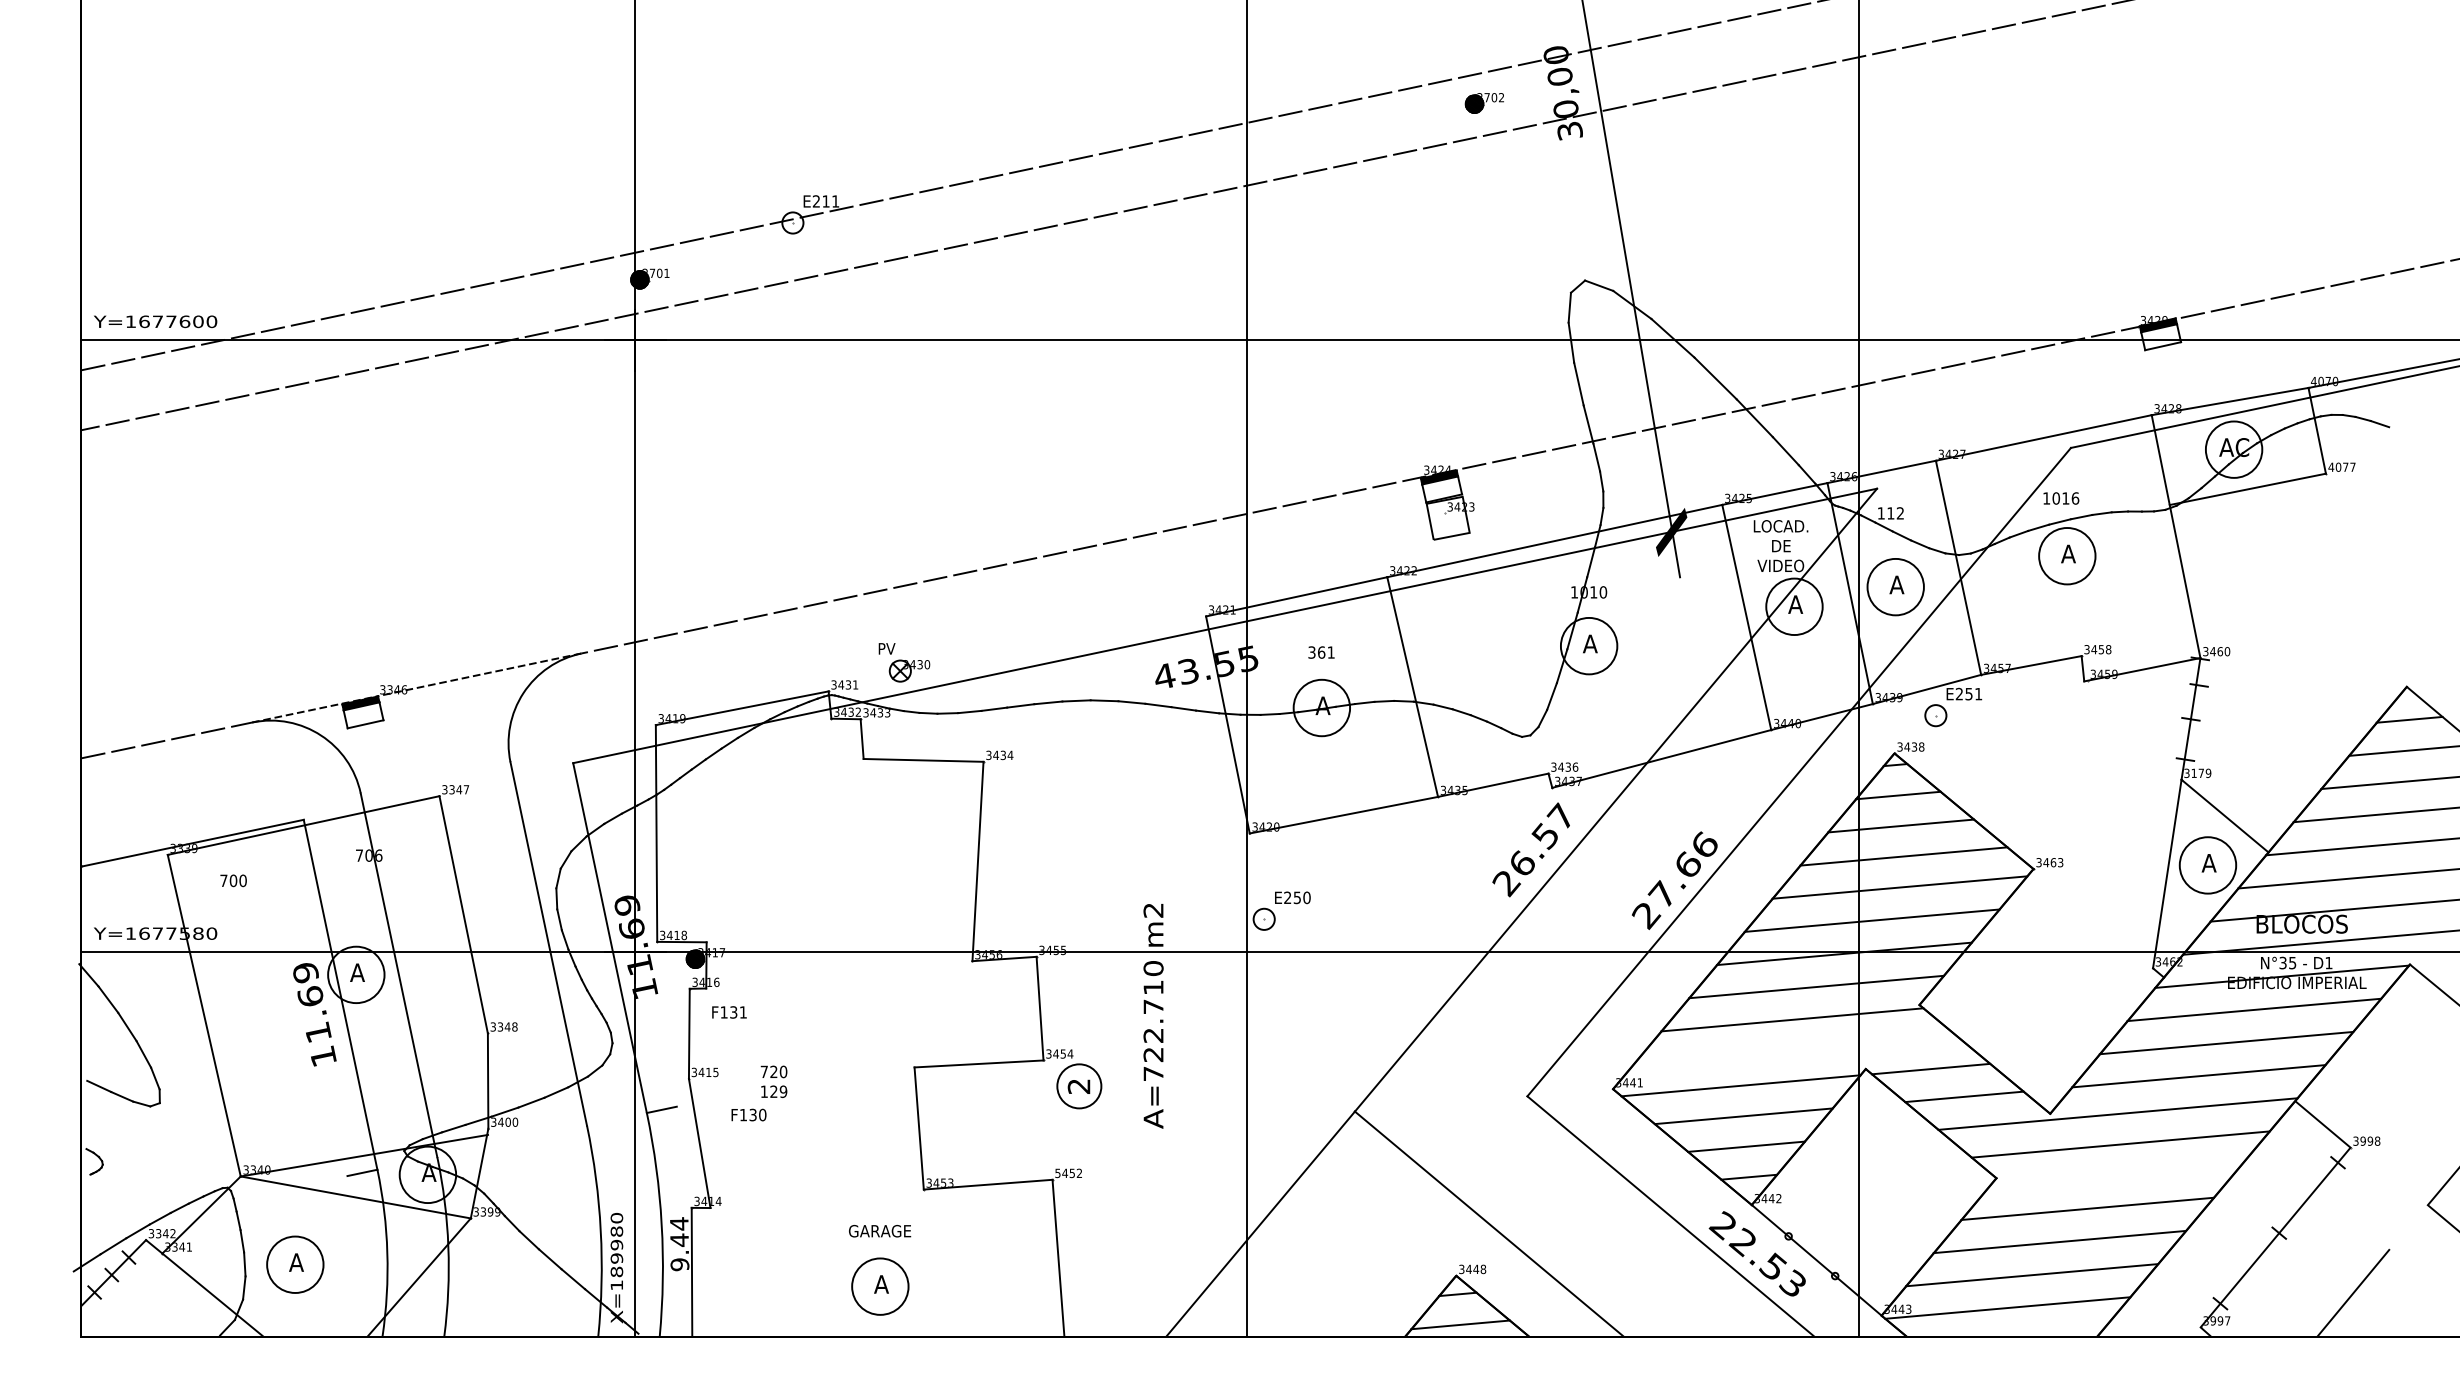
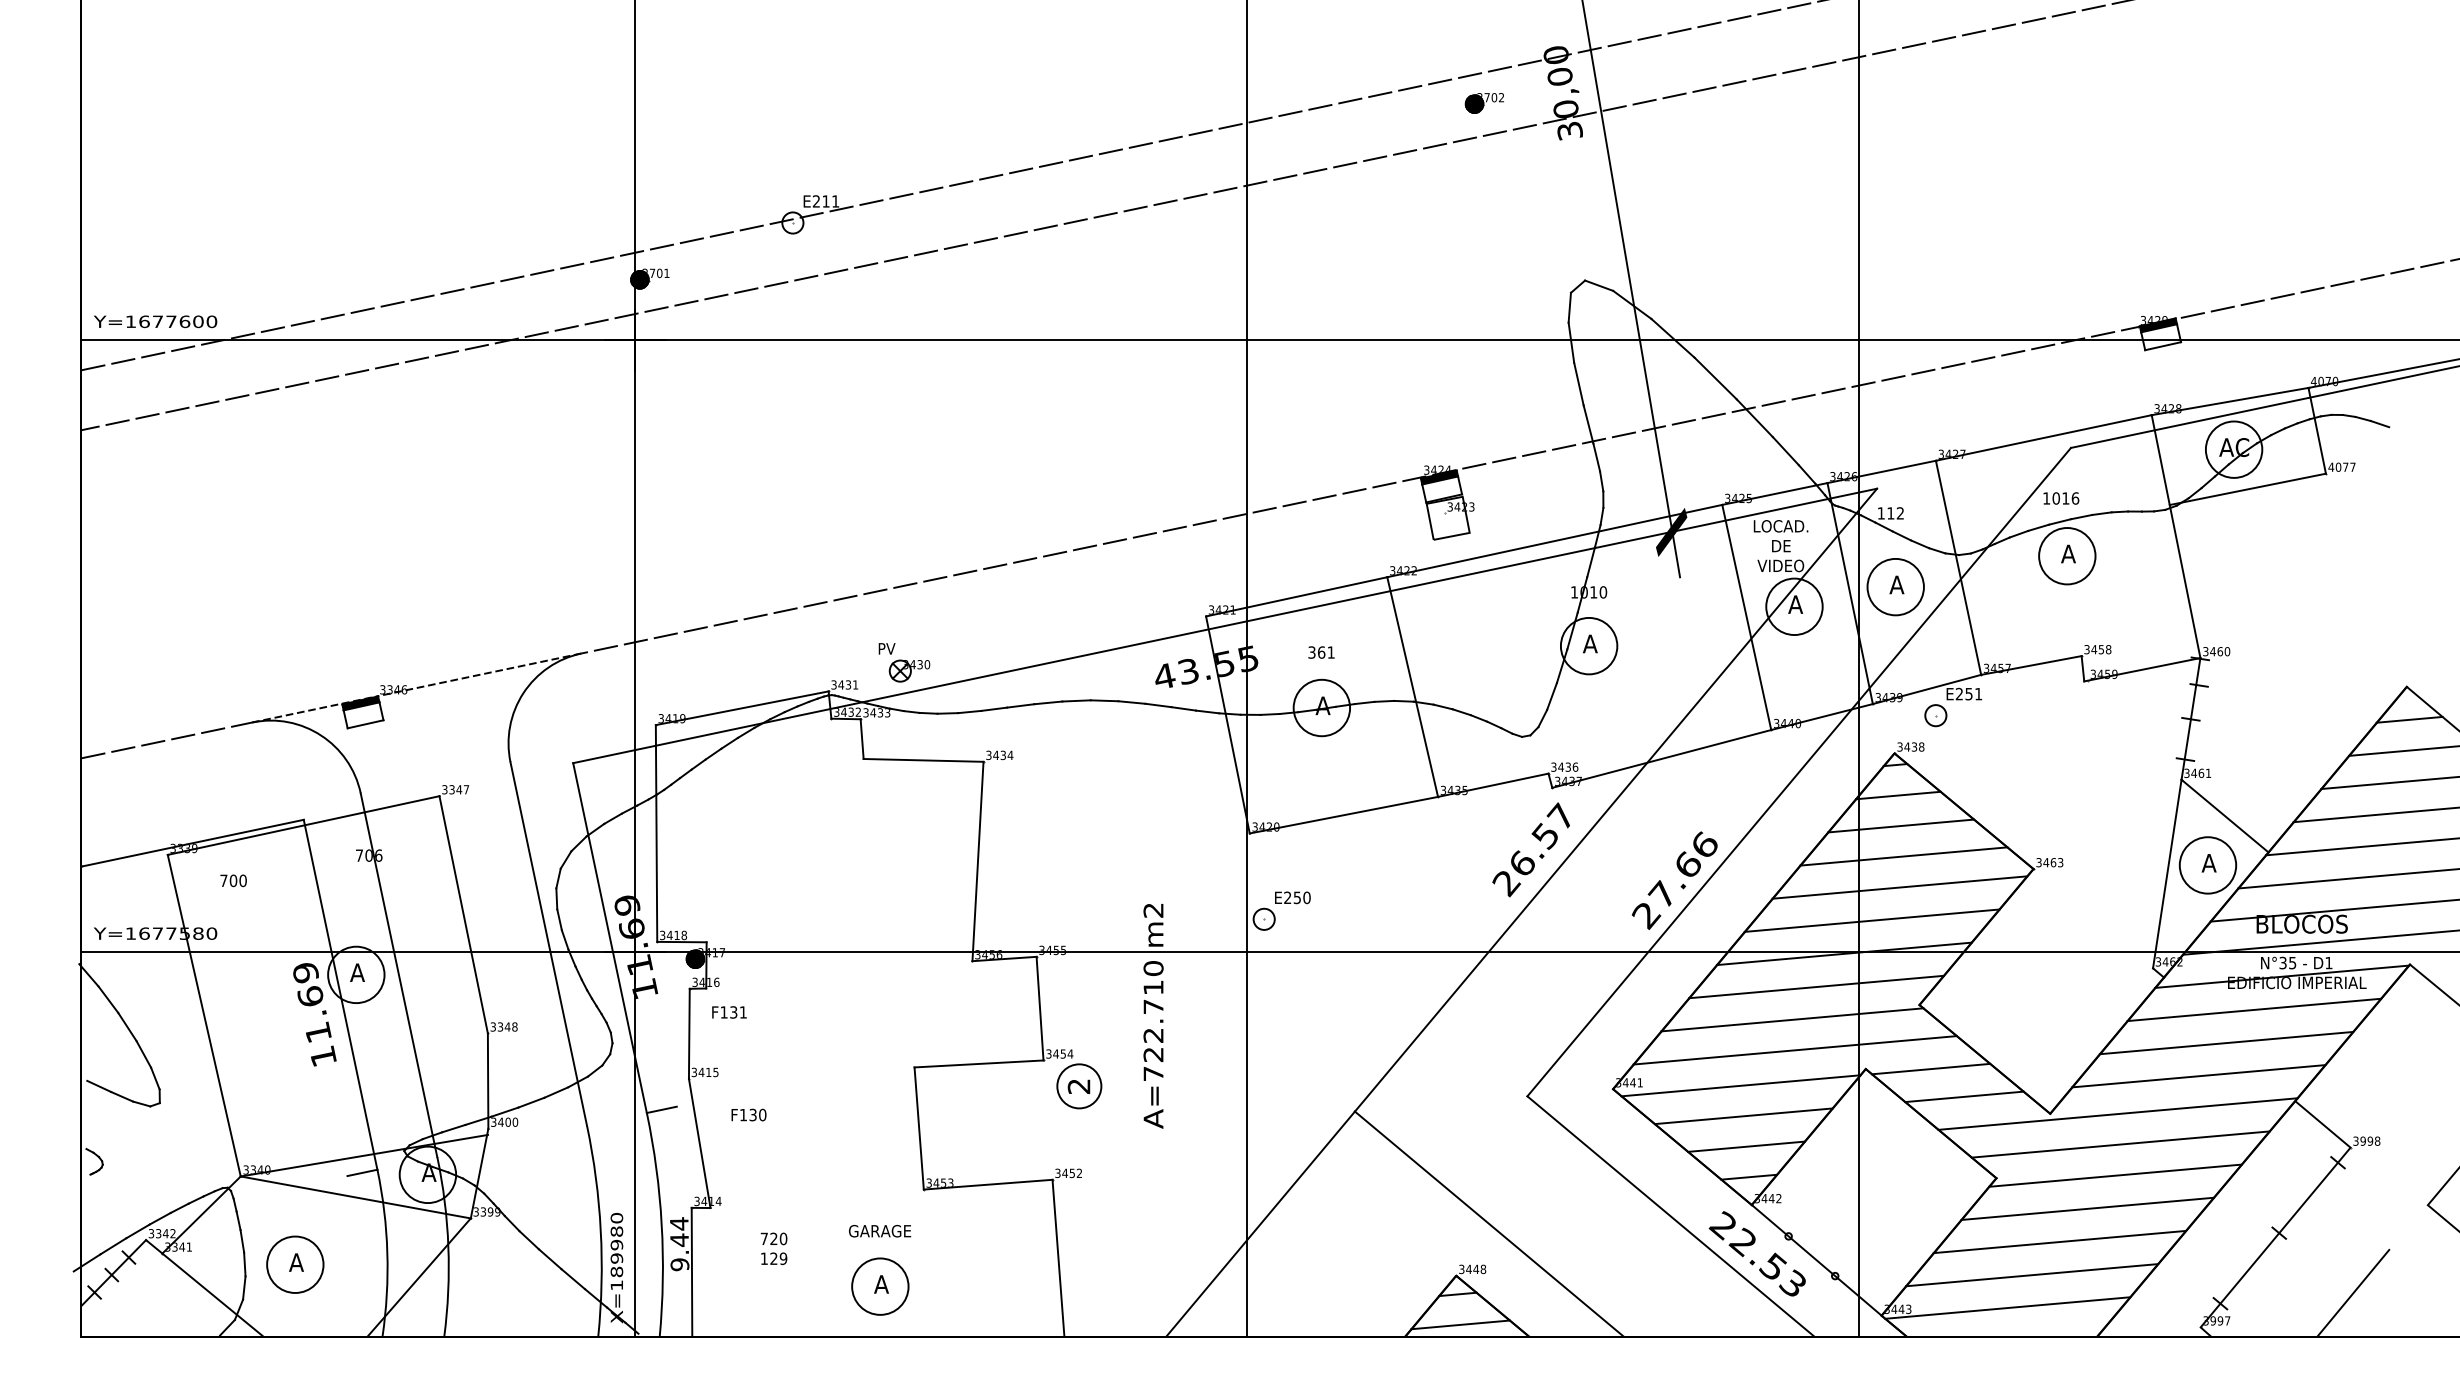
text at (2201, 772): 3179 -> 3461
line at (1794, 1050): none -> present
text at (773, 1081) position: (773, 1081) -> (773, 1248)
text at (1057, 1172): 5452 -> 3452
line at (2115, 1175): none -> present
